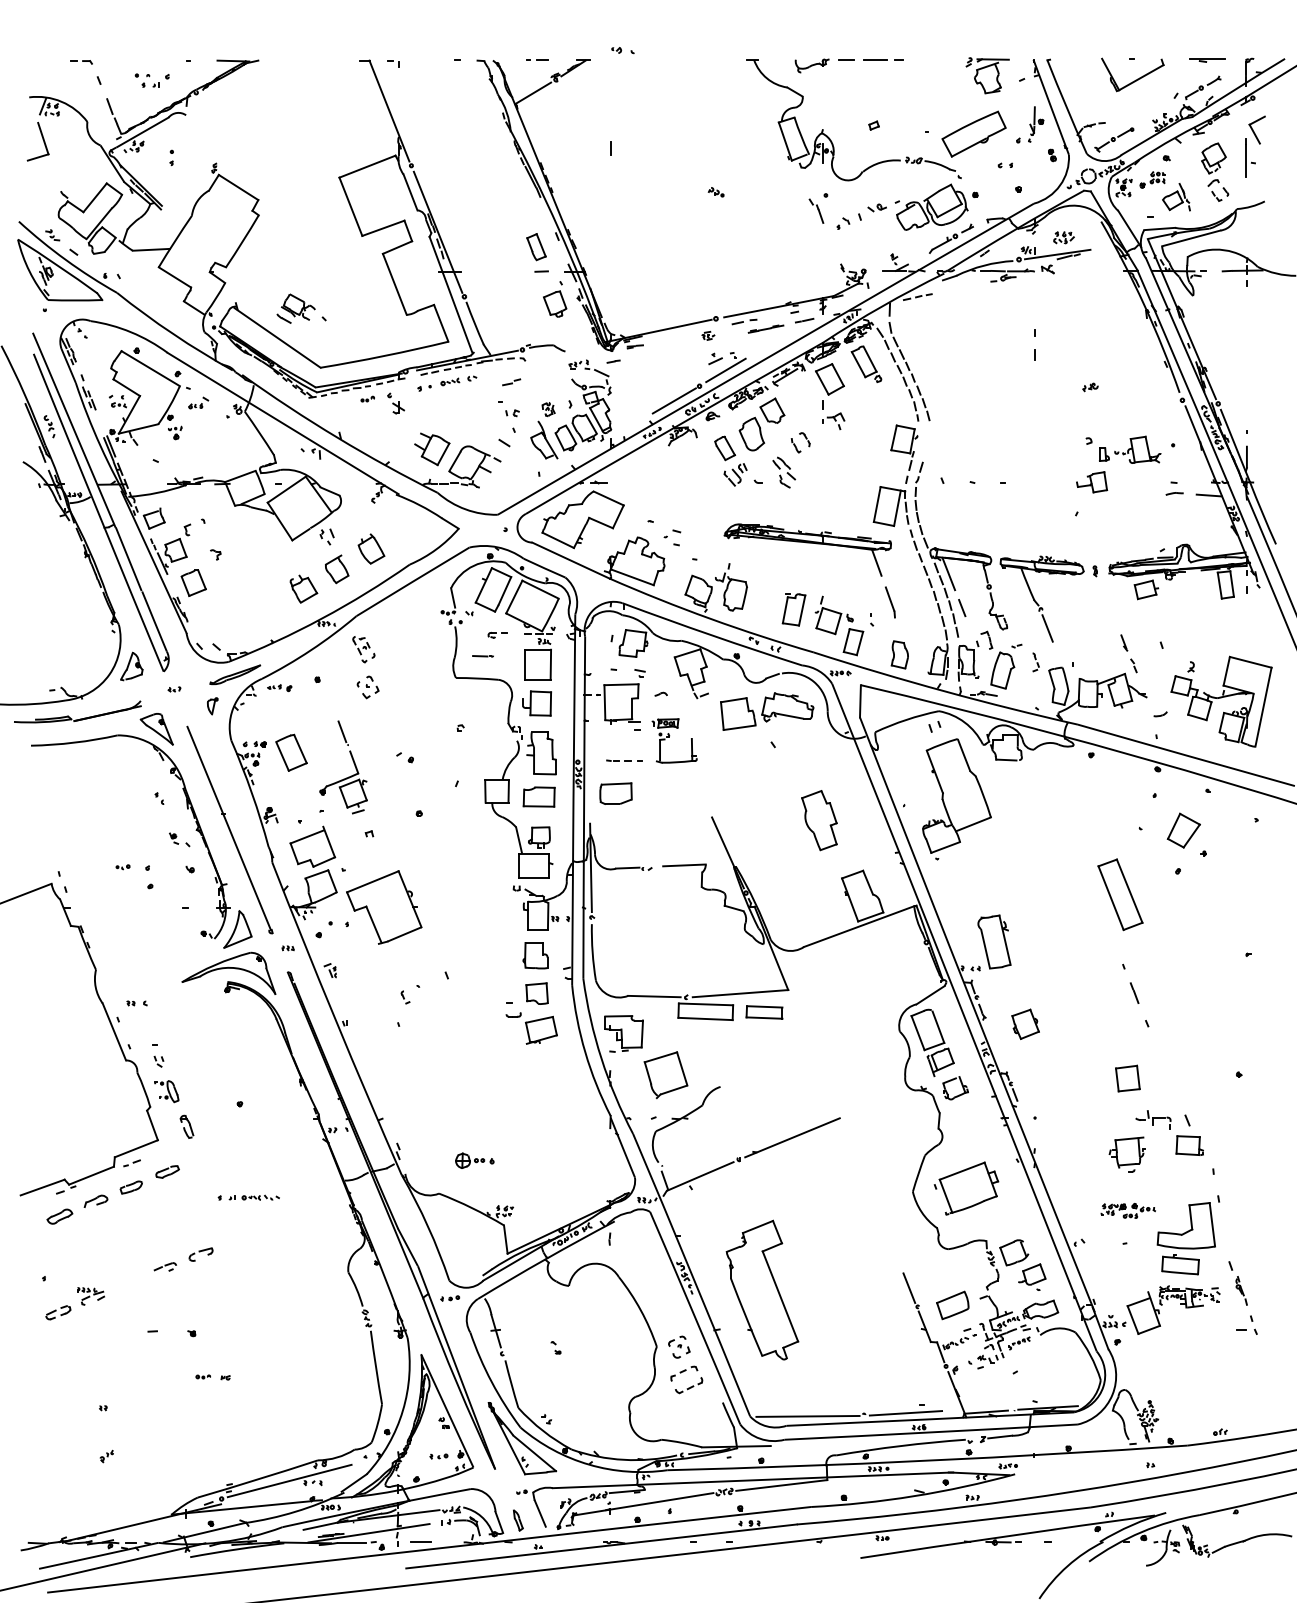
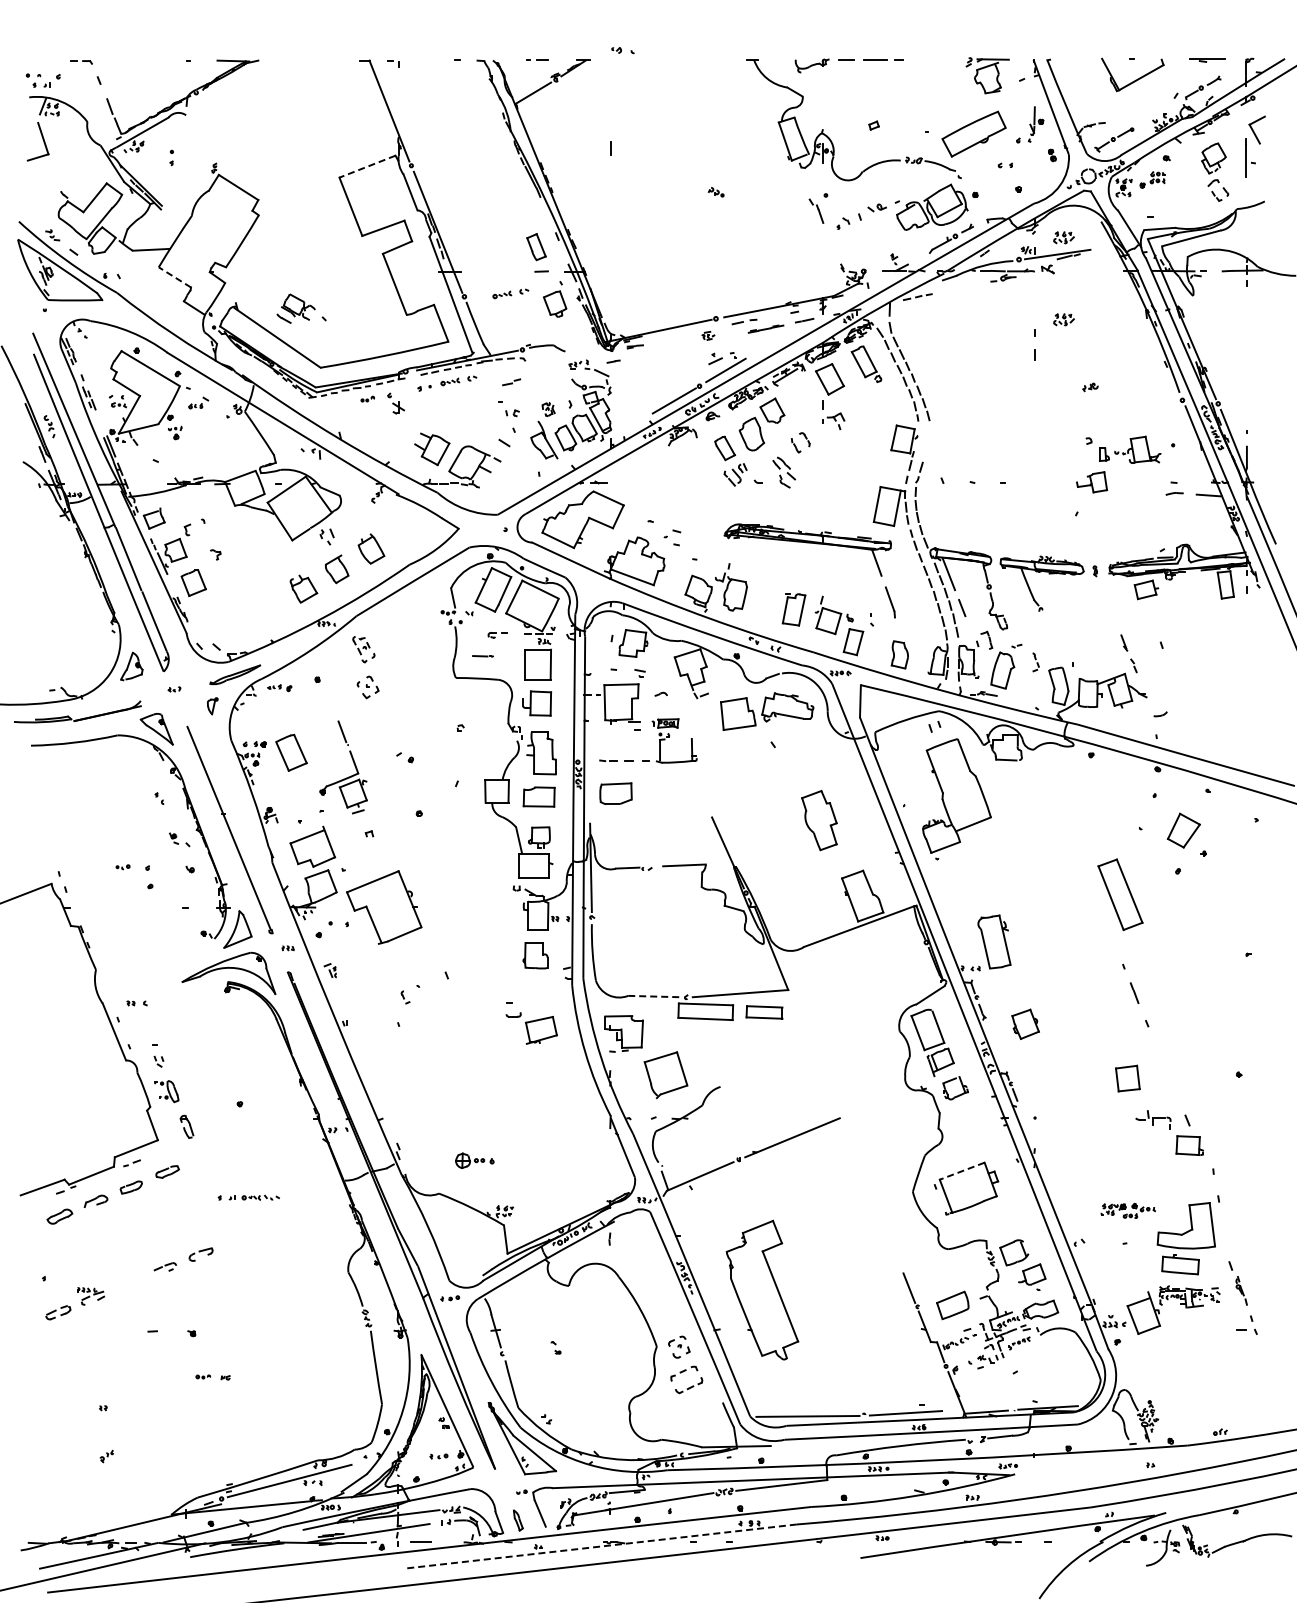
part at (151, 80) position: (151, 80) -> (42, 80)
line at (367, 166): solid -> dashed
part at (1176, 197): present -> none
line at (174, 277): solid -> dashed
part at (510, 293): none -> present
part at (1063, 319): none -> present
line at (1047, 628): present -> none
part at (1221, 701): present -> none
part at (624, 760) size: 37x3 px -> 51x4 px
part at (536, 993): present -> none
line at (654, 996): solid -> dashed
part at (1126, 1154): present -> none
line at (962, 1171): solid -> dashed
line at (601, 1546): solid -> dashed
